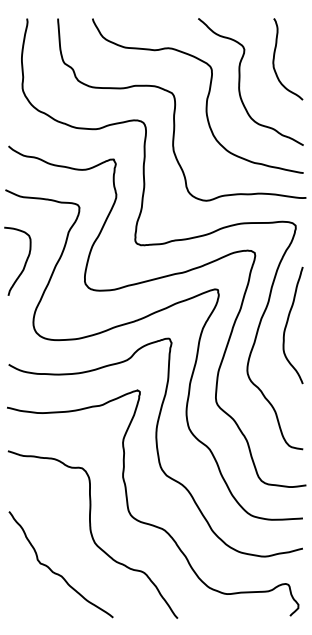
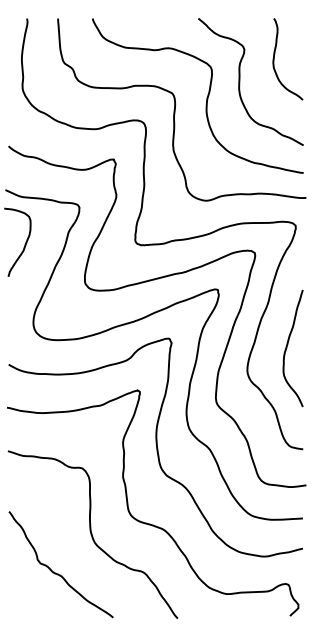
curve at (24, 263) position: (24, 263) -> (24, 244)
curve at (287, 325) position: (287, 325) -> (287, 348)
